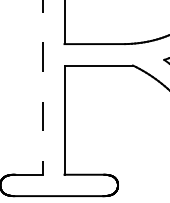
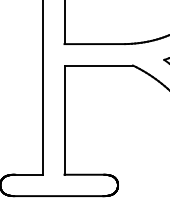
line at (43, 87): dashed -> solid
